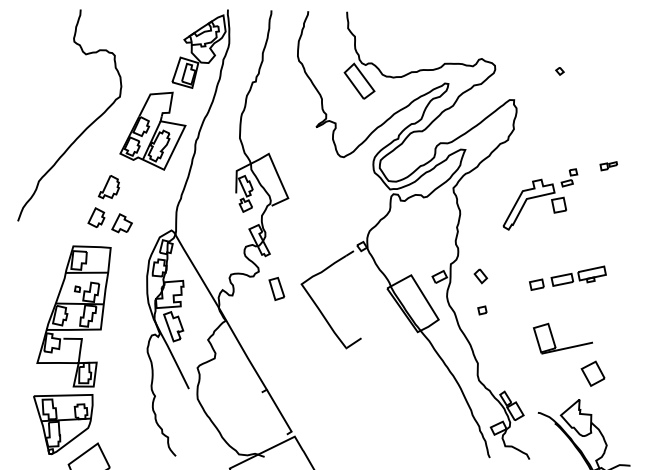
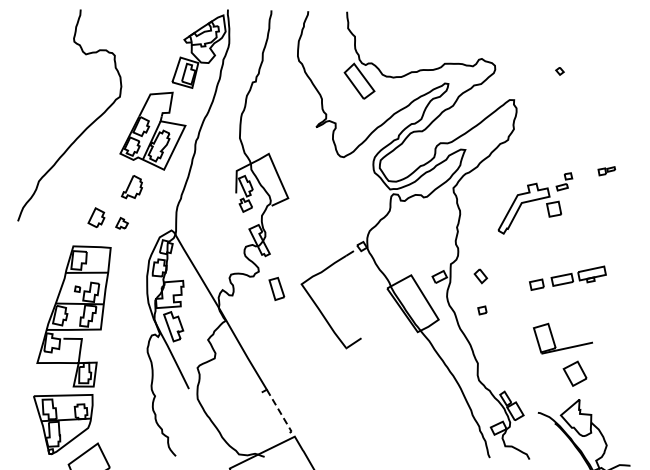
part at (608, 166) position: (608, 166) -> (606, 171)
part at (108, 187) position: (108, 187) -> (131, 187)
part at (540, 199) position: (540, 199) -> (535, 203)
part at (121, 223) size: 22x21 px -> 14x14 px
part at (592, 373) position: (592, 373) -> (574, 373)
line at (281, 413): solid -> dashed
